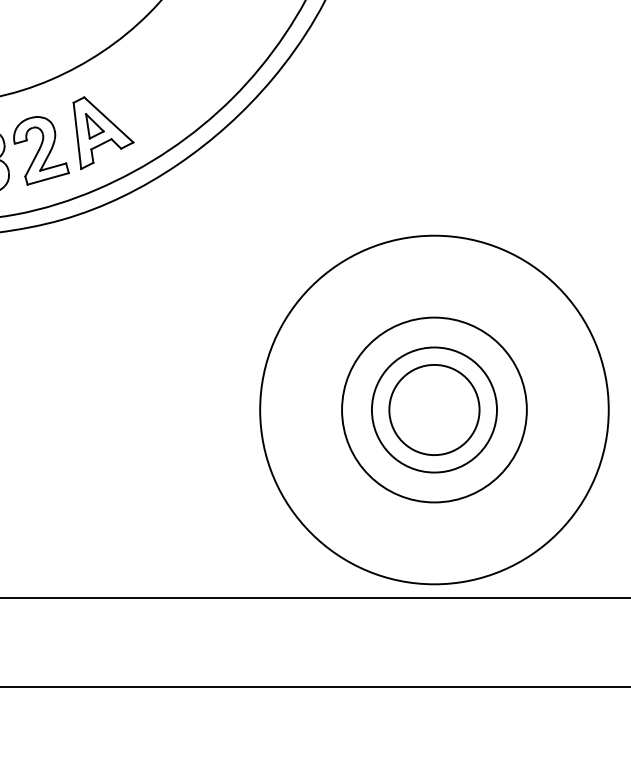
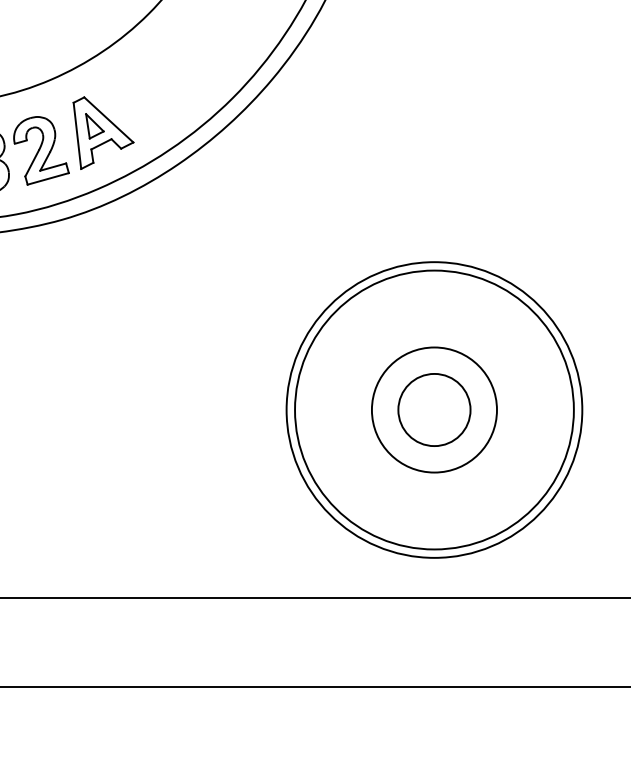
circle at (434, 409) diameter: 185 px -> 296 px
circle at (434, 409) diameter: 349 px -> 279 px
circle at (434, 409) diameter: 90 px -> 72 px
